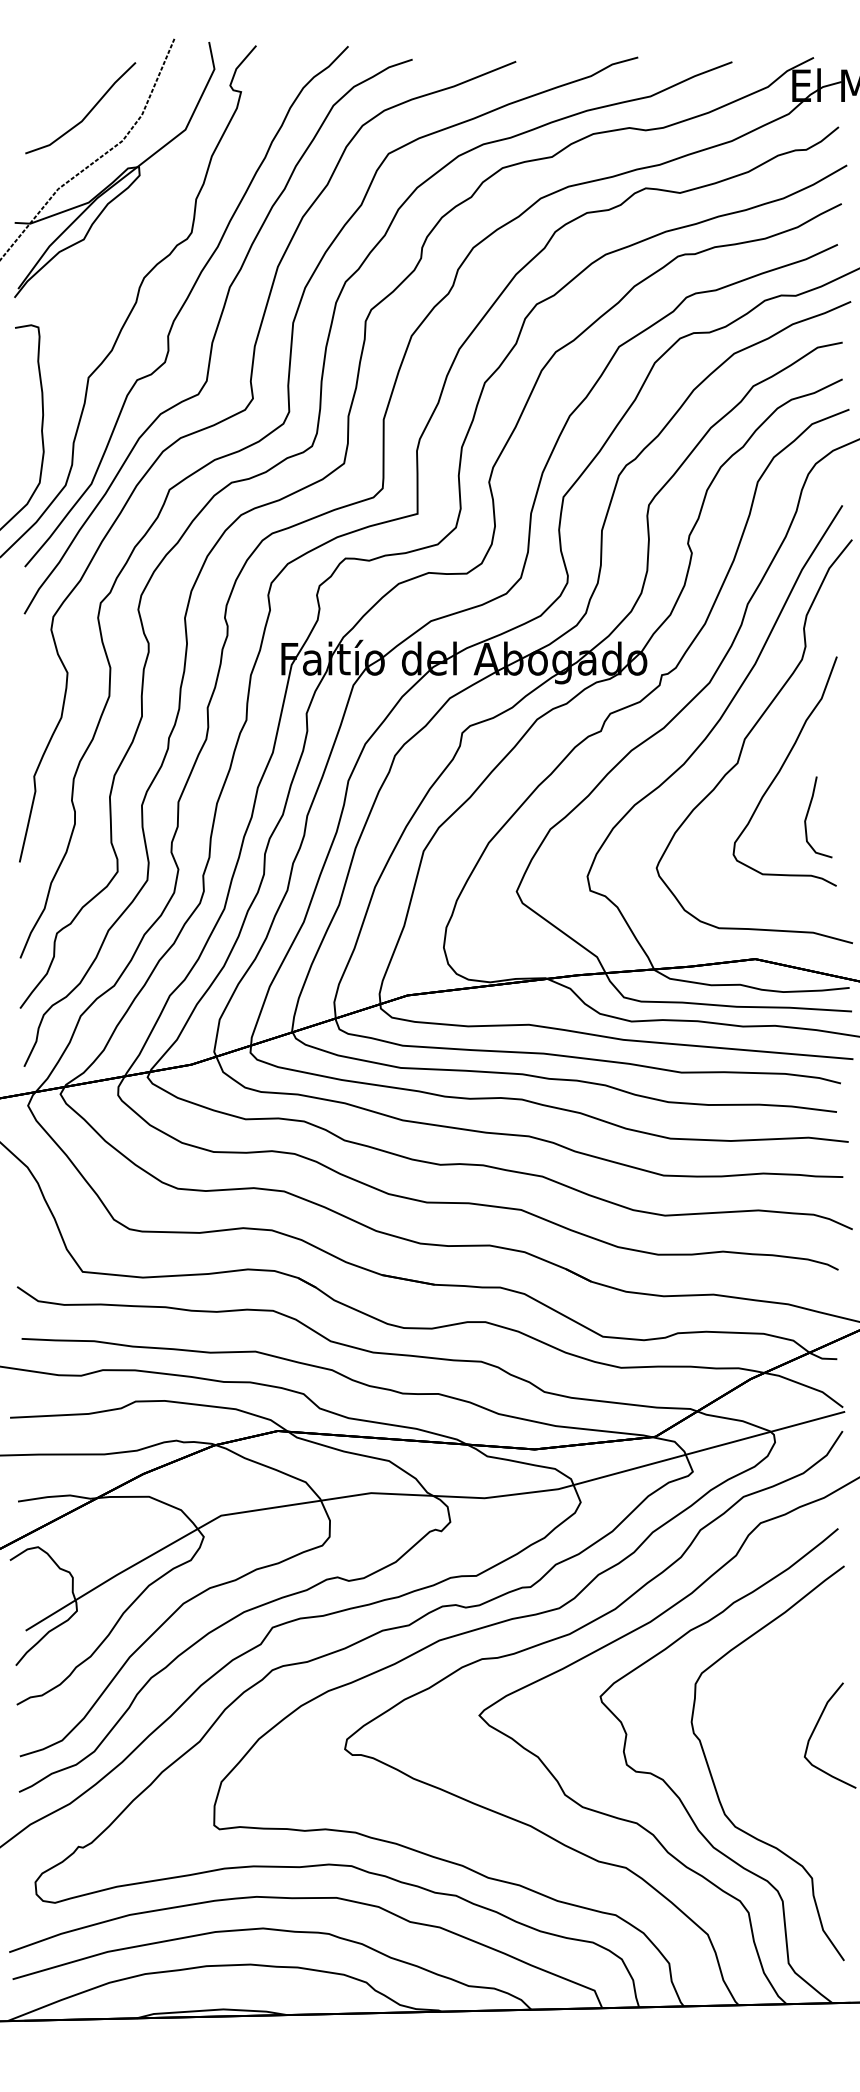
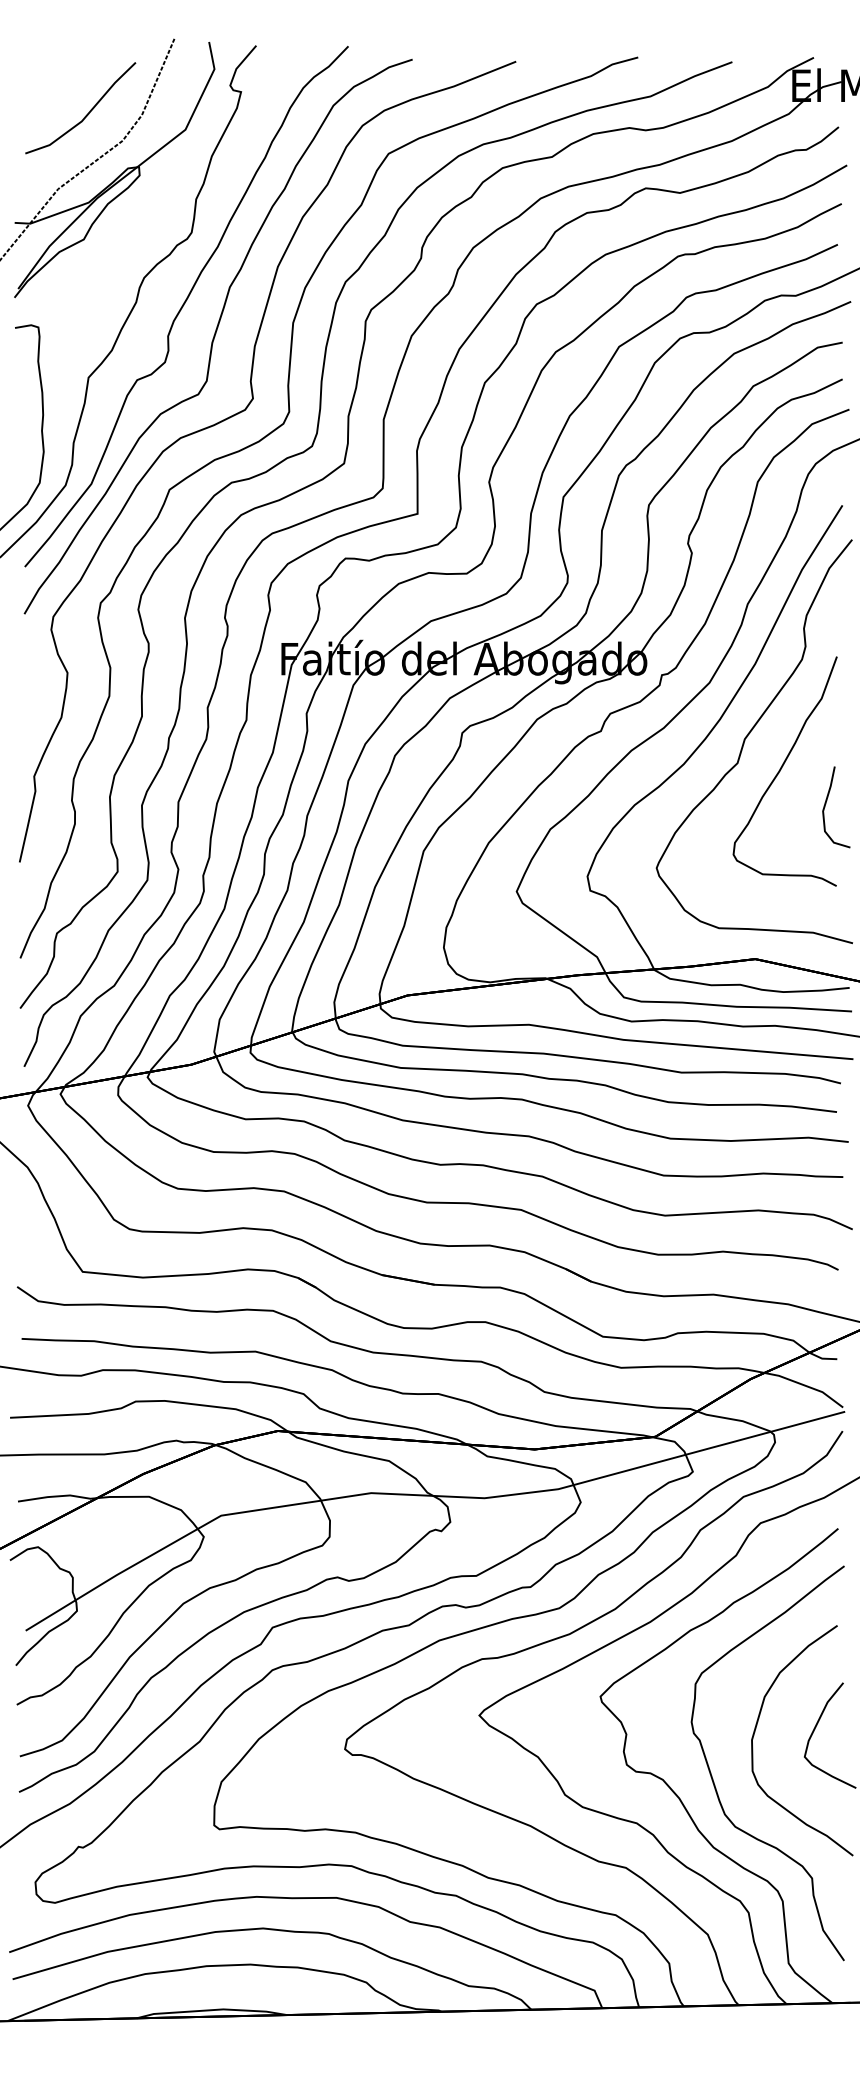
part at (808, 814) position: (808, 814) -> (826, 804)
part at (757, 1725): none -> present
